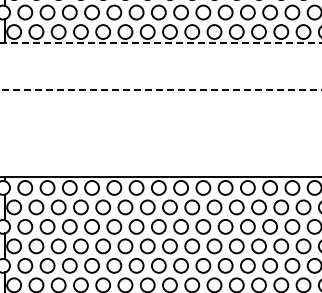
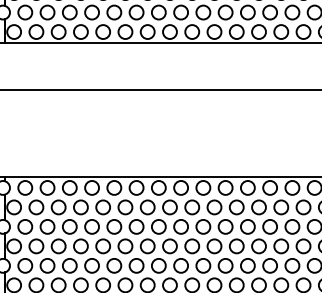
line at (162, 43): dashed -> solid
line at (161, 89): dashed -> solid
